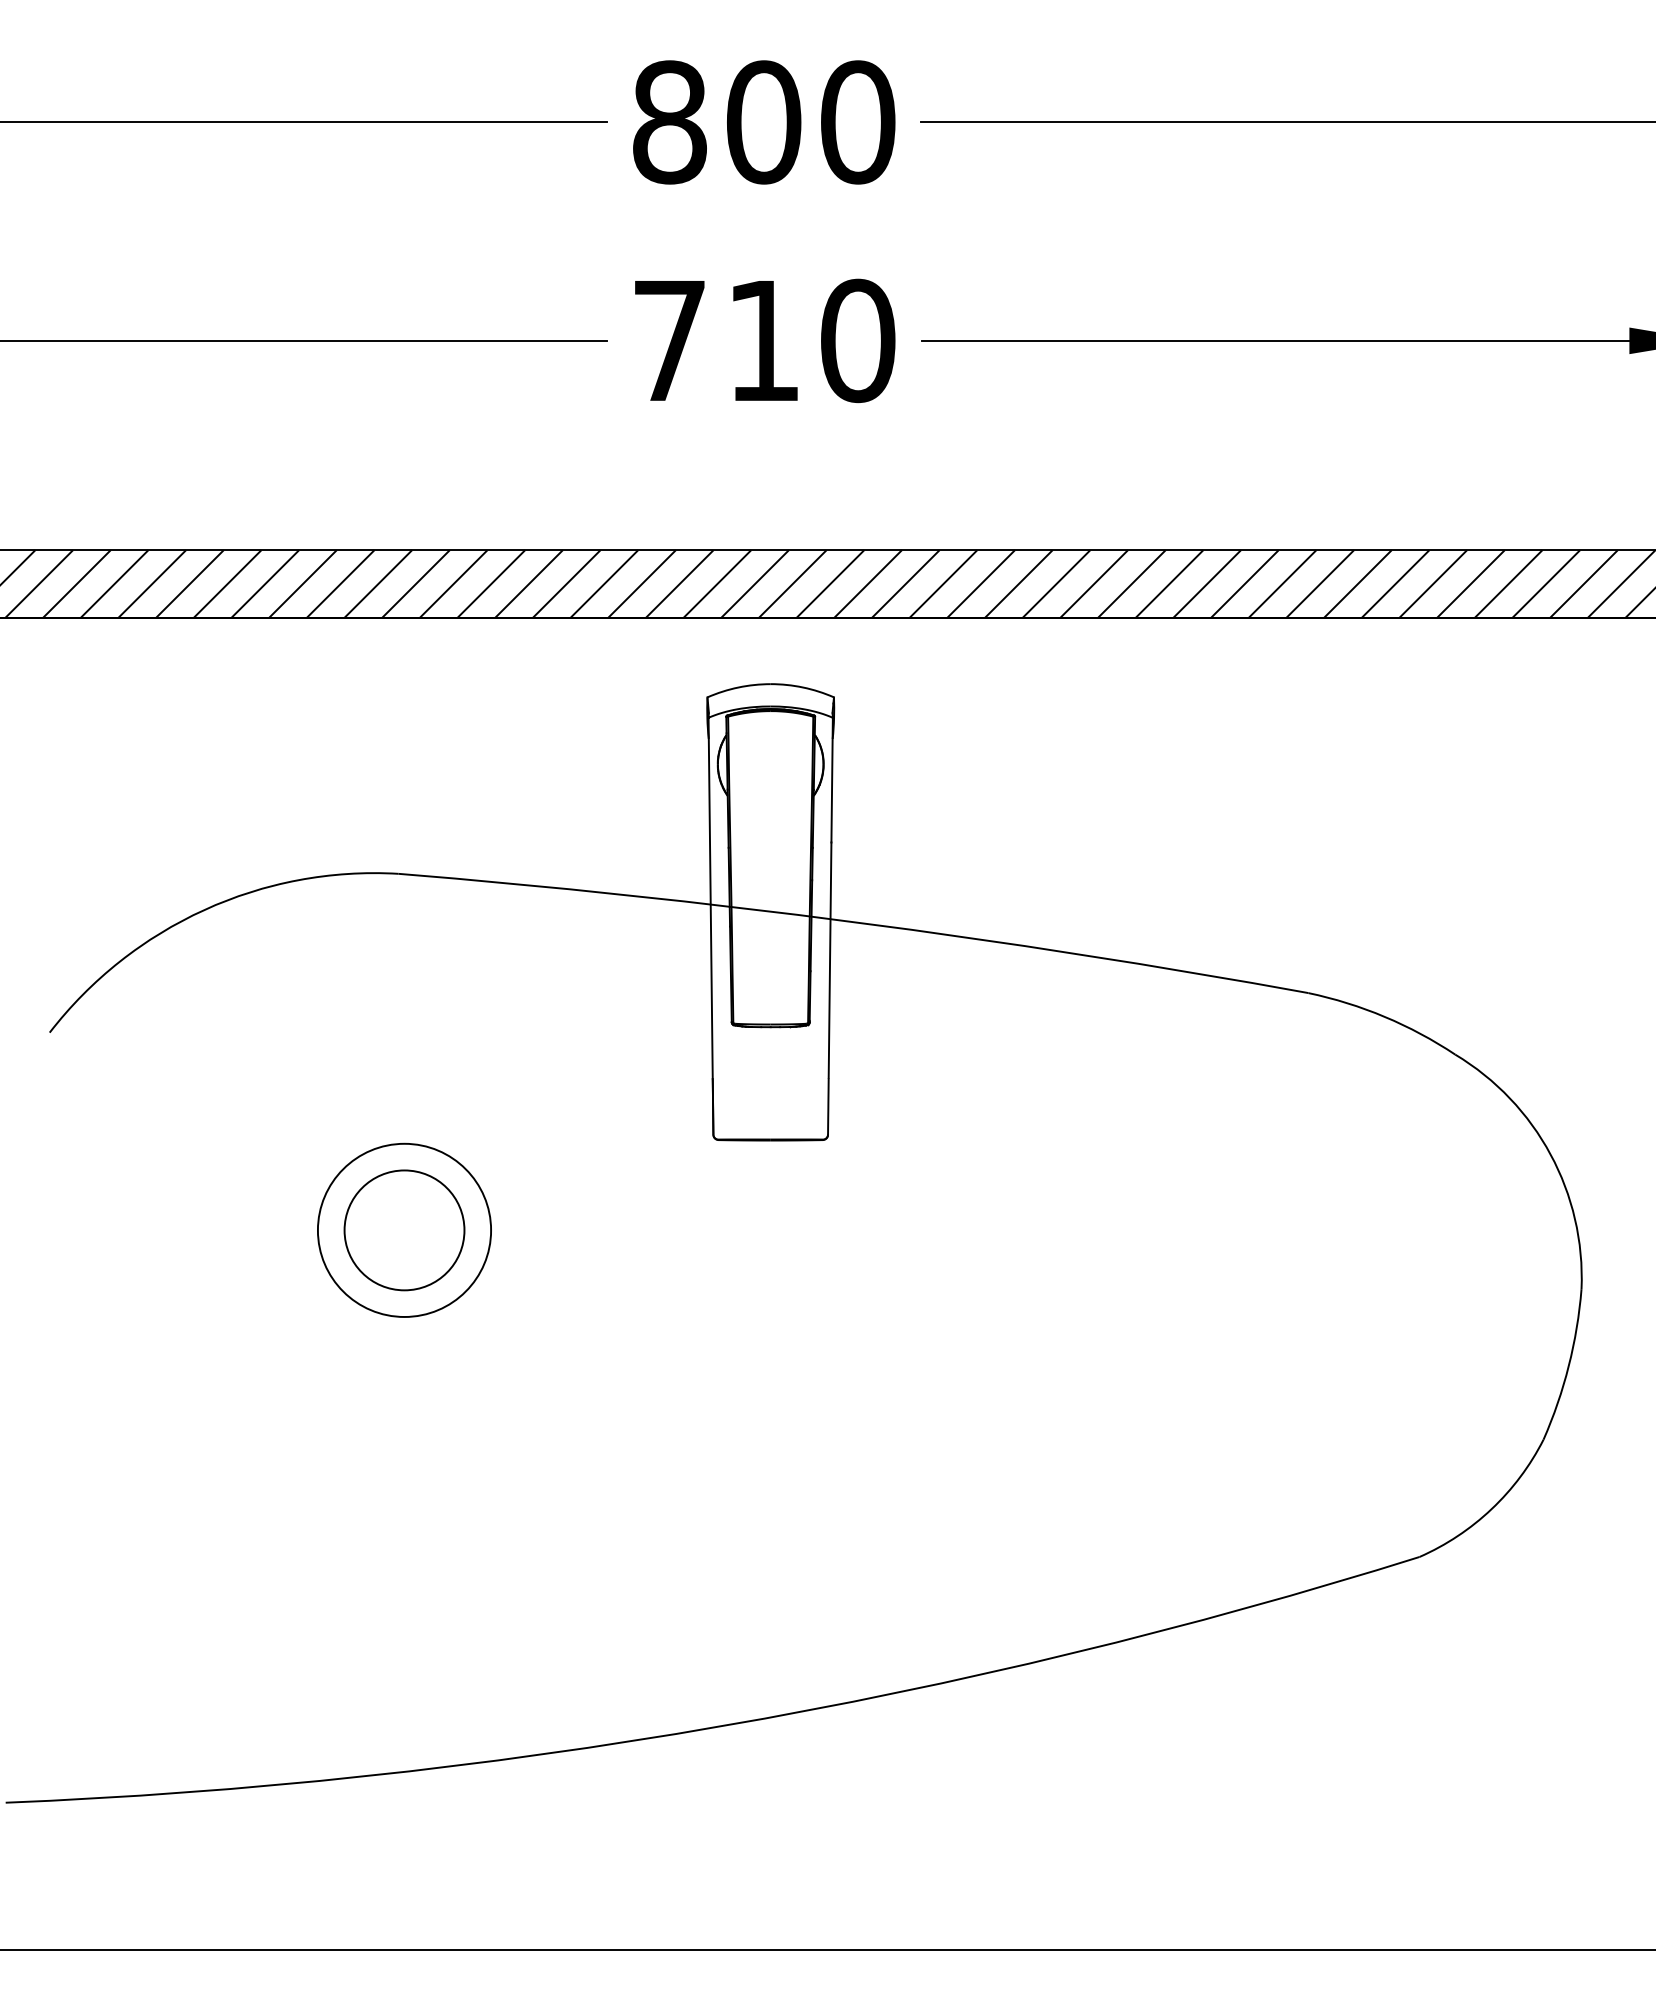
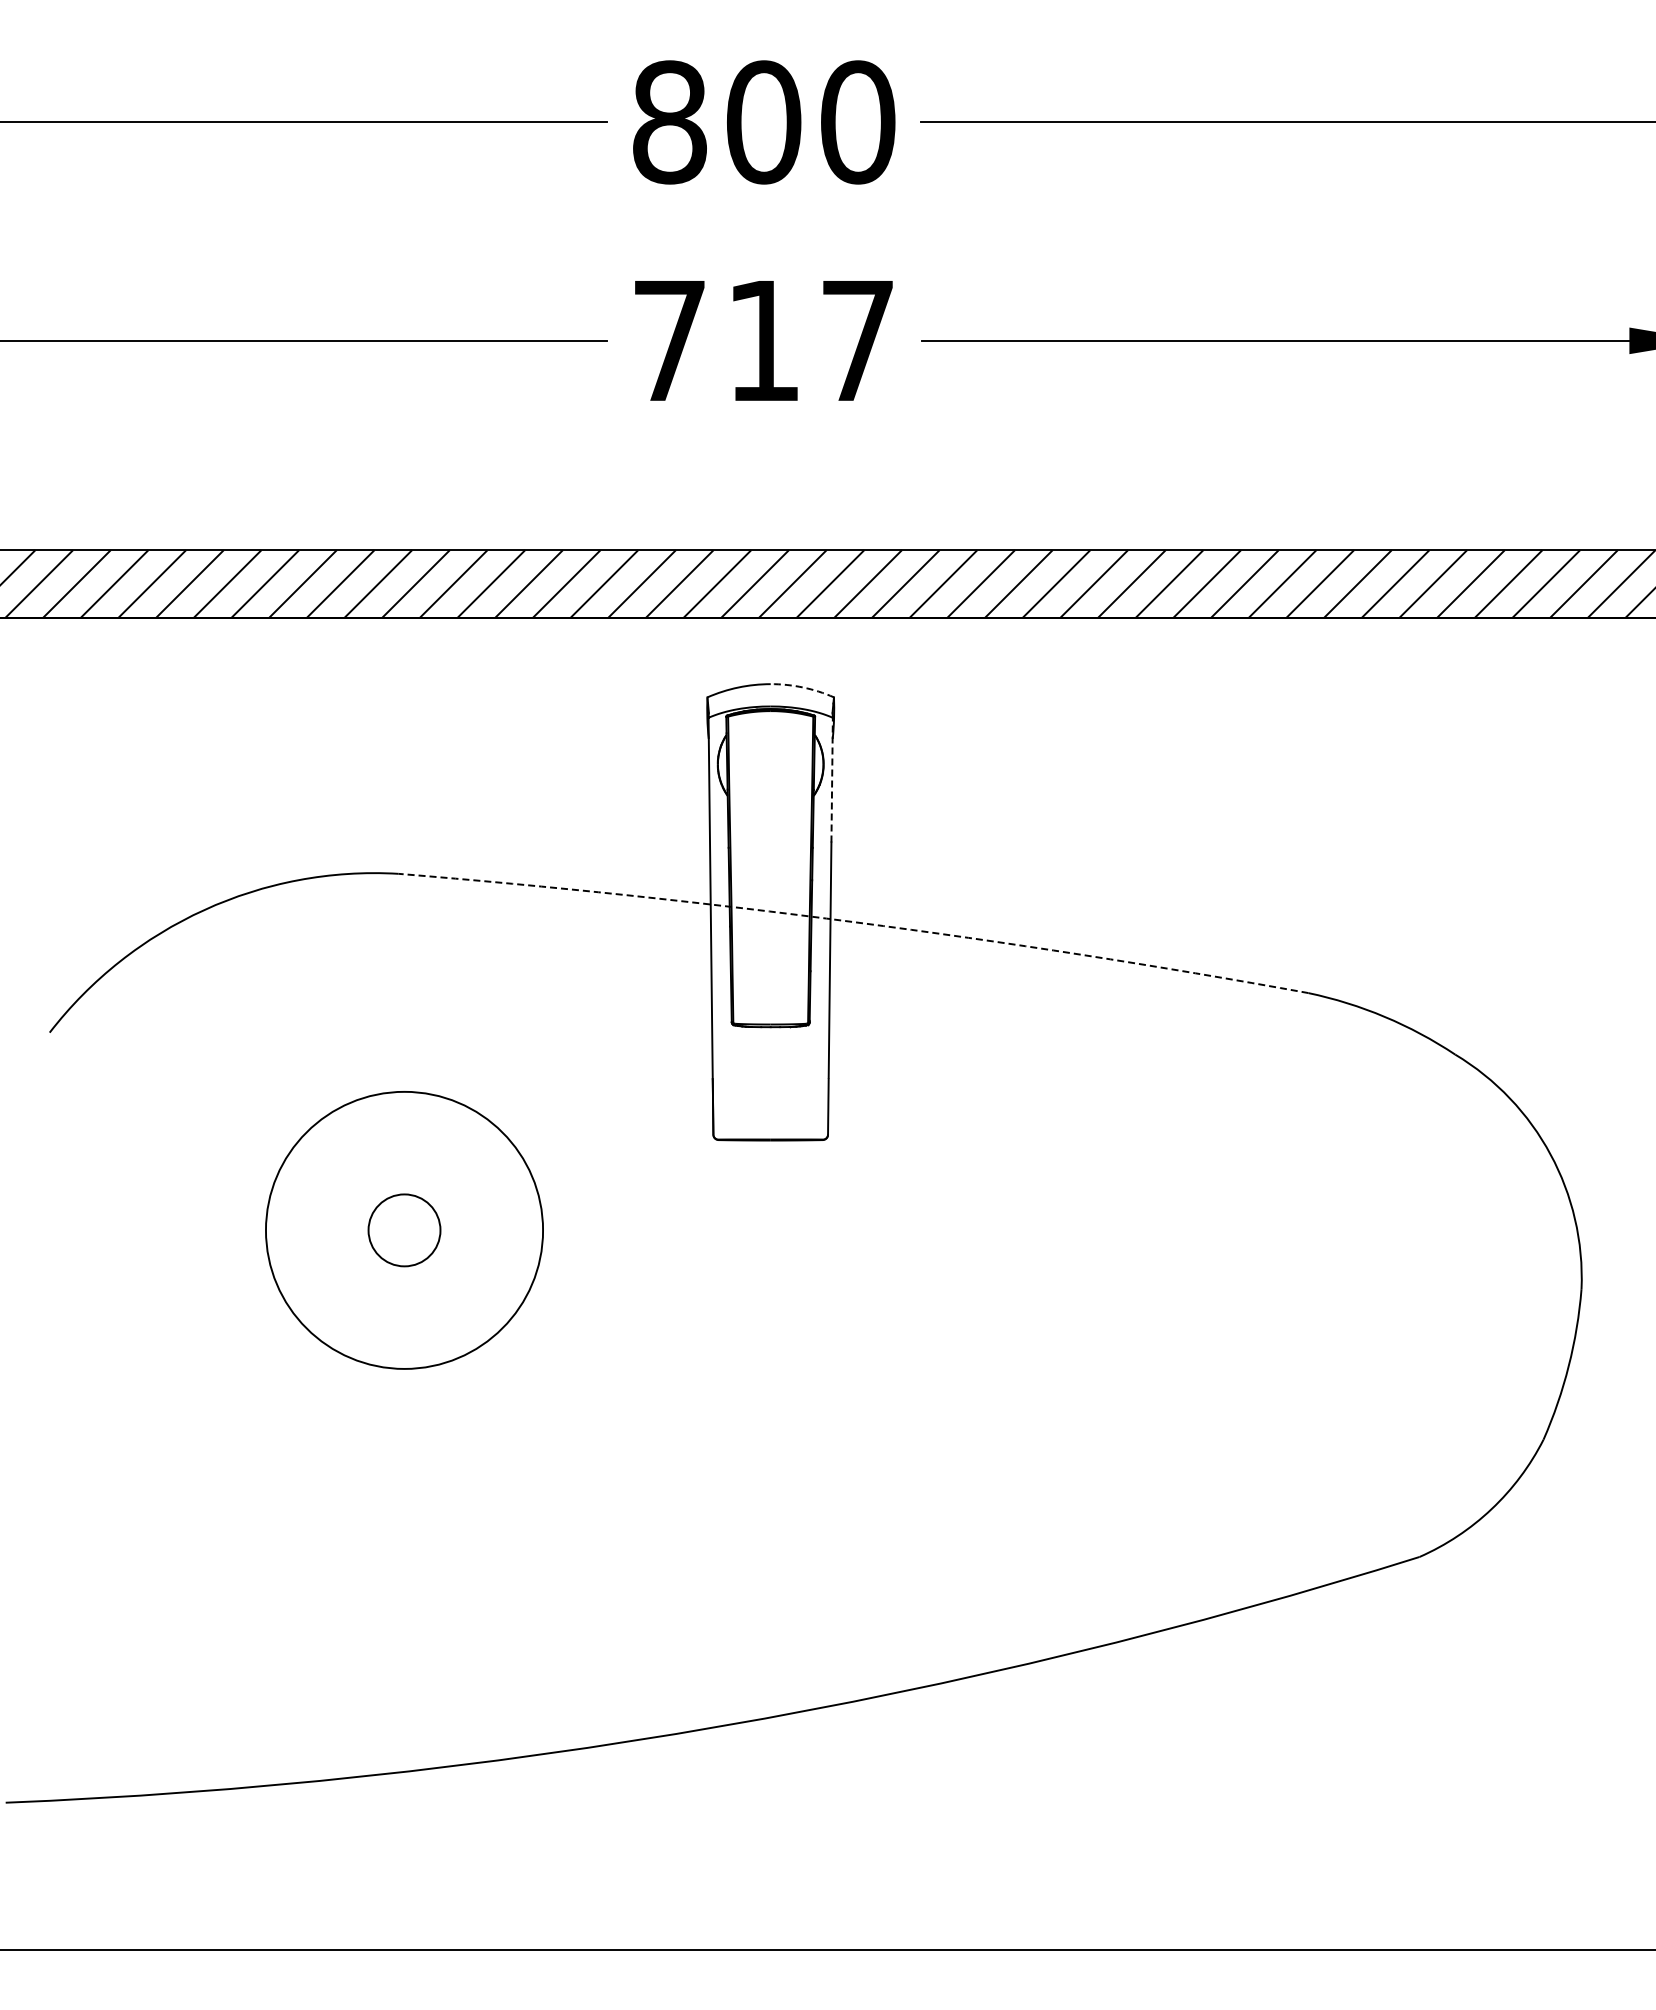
text at (858, 340): 710 -> 717
arc at (803, 687): solid -> dashed
line at (832, 779): solid -> dashed
arc at (854, 922): solid -> dashed
circle at (404, 1229) diameter: 173 px -> 277 px
circle at (404, 1230) diameter: 120 px -> 72 px
